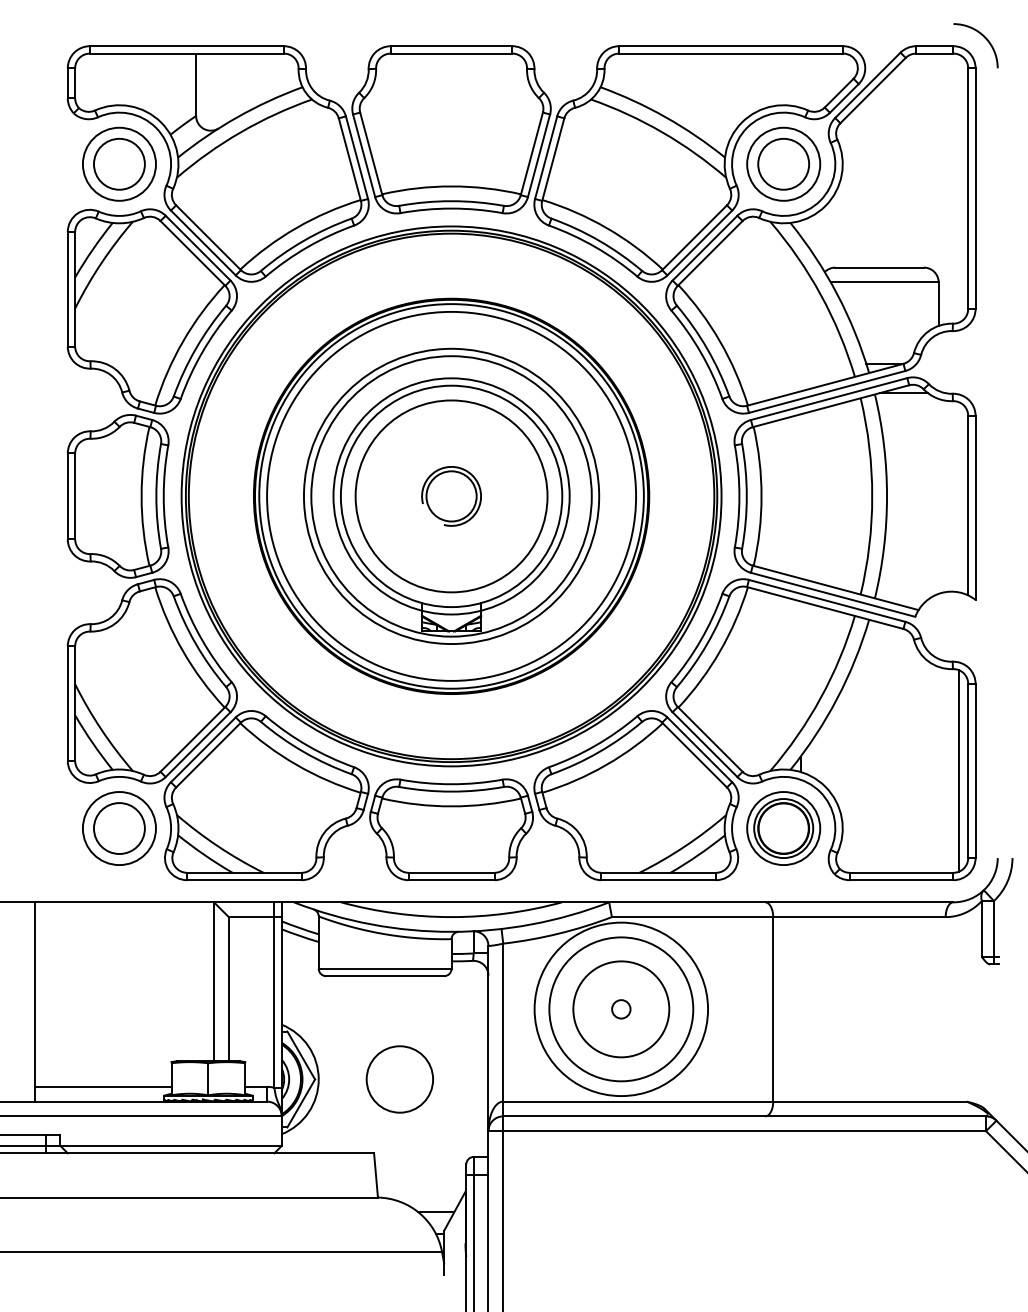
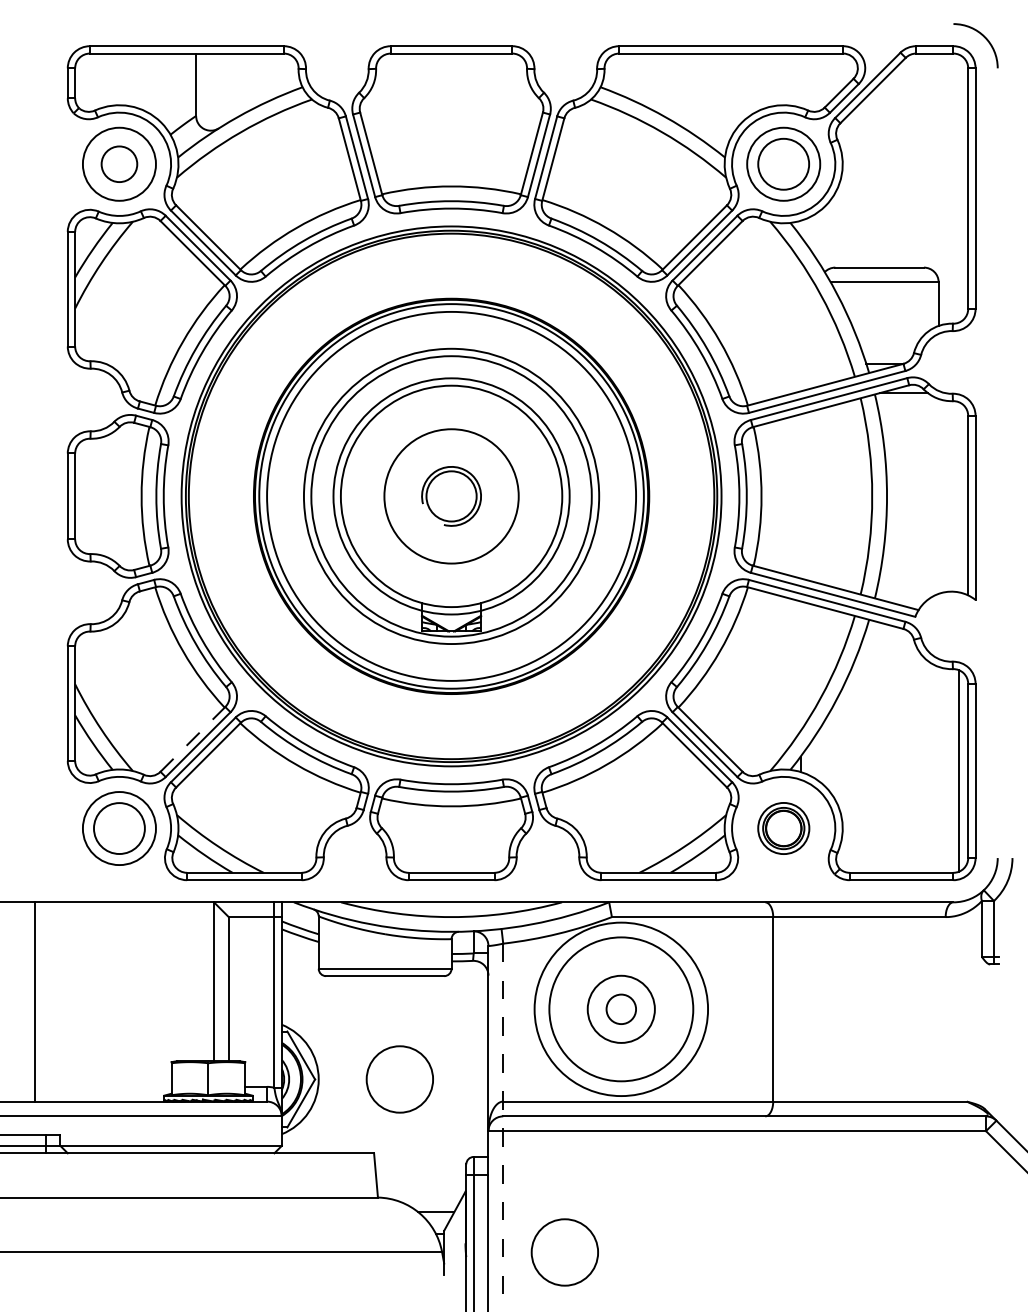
circle at (119, 163) diameter: 51 px -> 36 px
circle at (451, 496) diameter: 192 px -> 134 px
line at (192, 739): solid -> dashed
part at (783, 828) size: 76x75 px -> 54x53 px
circle at (621, 1009) diameter: 18 px -> 30 px
circle at (621, 1009) diameter: 96 px -> 67 px
line at (102, 1086): present -> none
line at (503, 1127): solid -> dashed
circle at (564, 1252): none -> present
